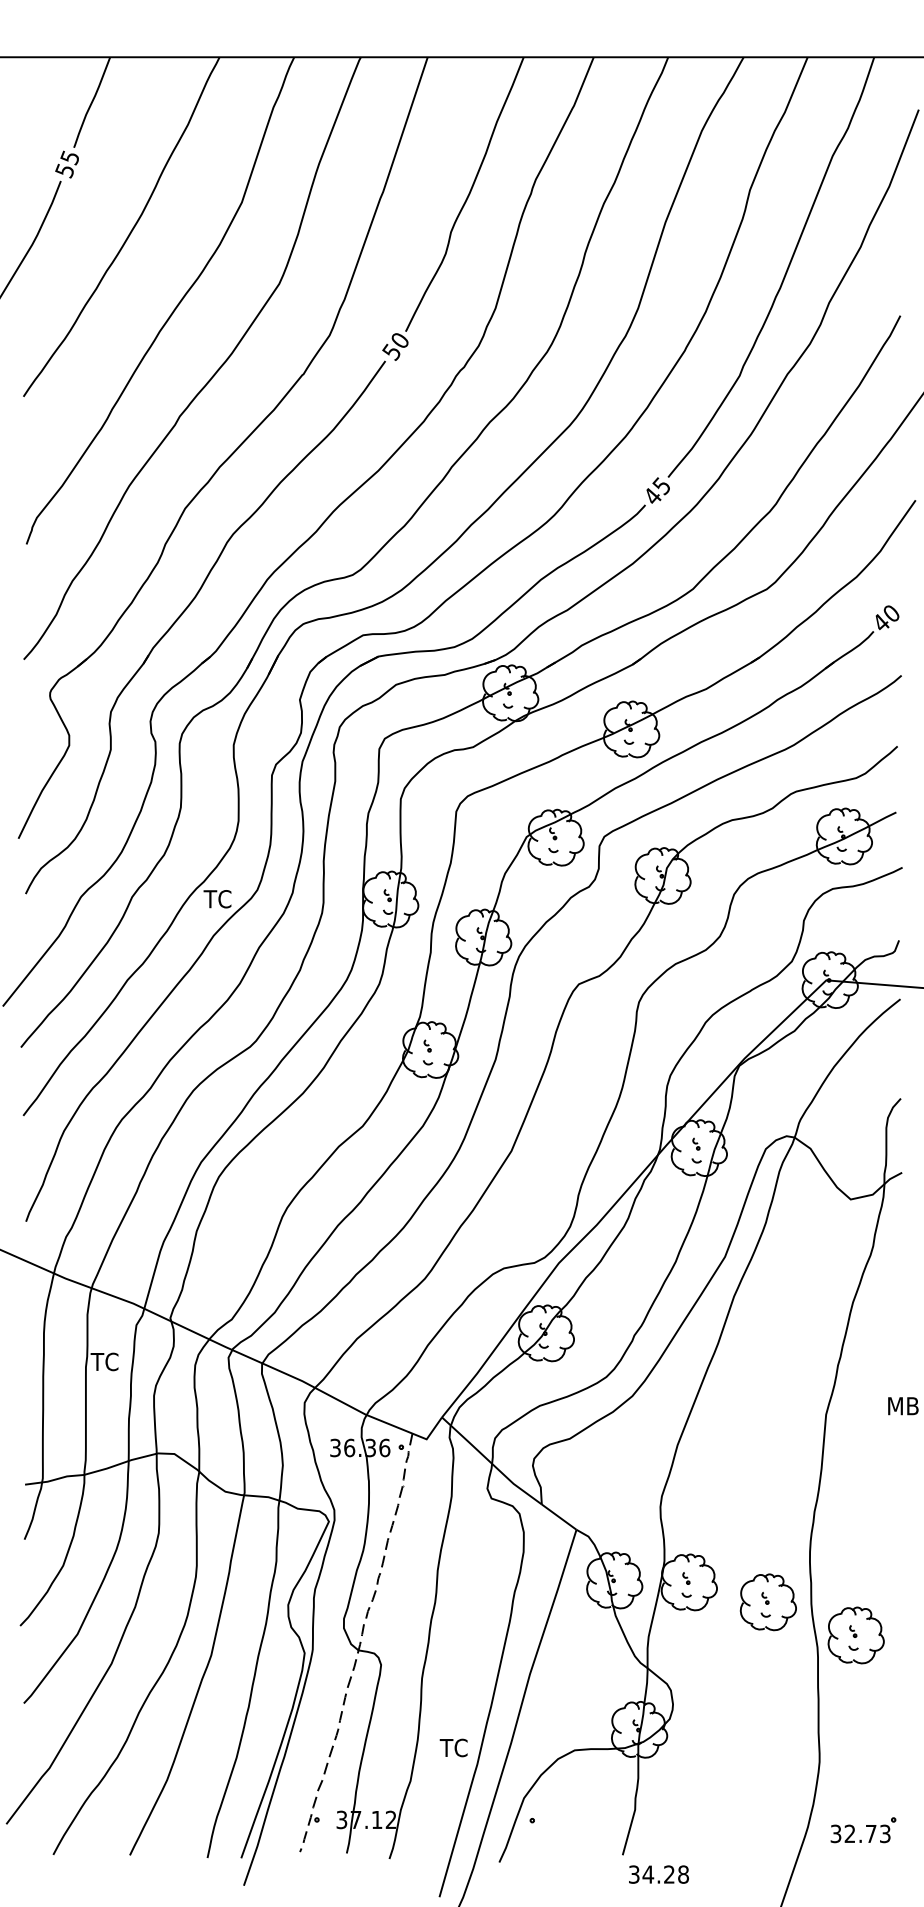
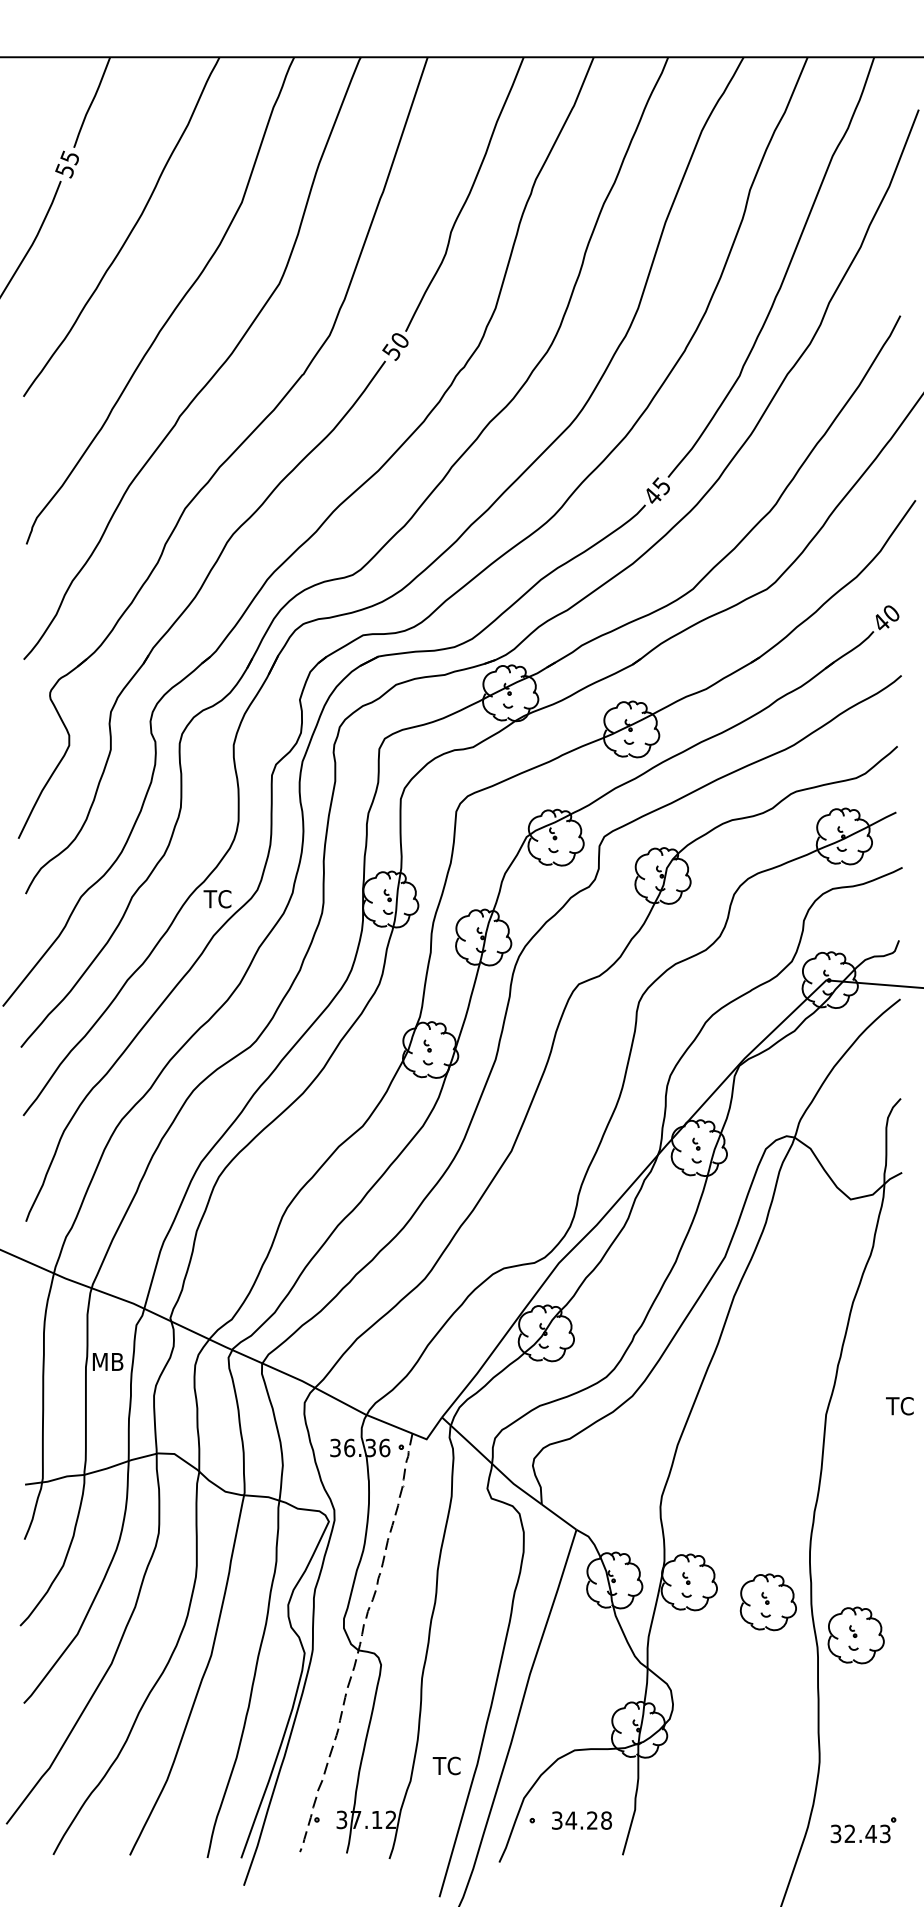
text at (106, 1361): TC -> MB
text at (902, 1406): MB -> TC
text at (453, 1747) position: (453, 1747) -> (446, 1765)
text at (870, 1833): 32.73 -> 32.43
text at (658, 1874) position: (658, 1874) -> (581, 1820)
